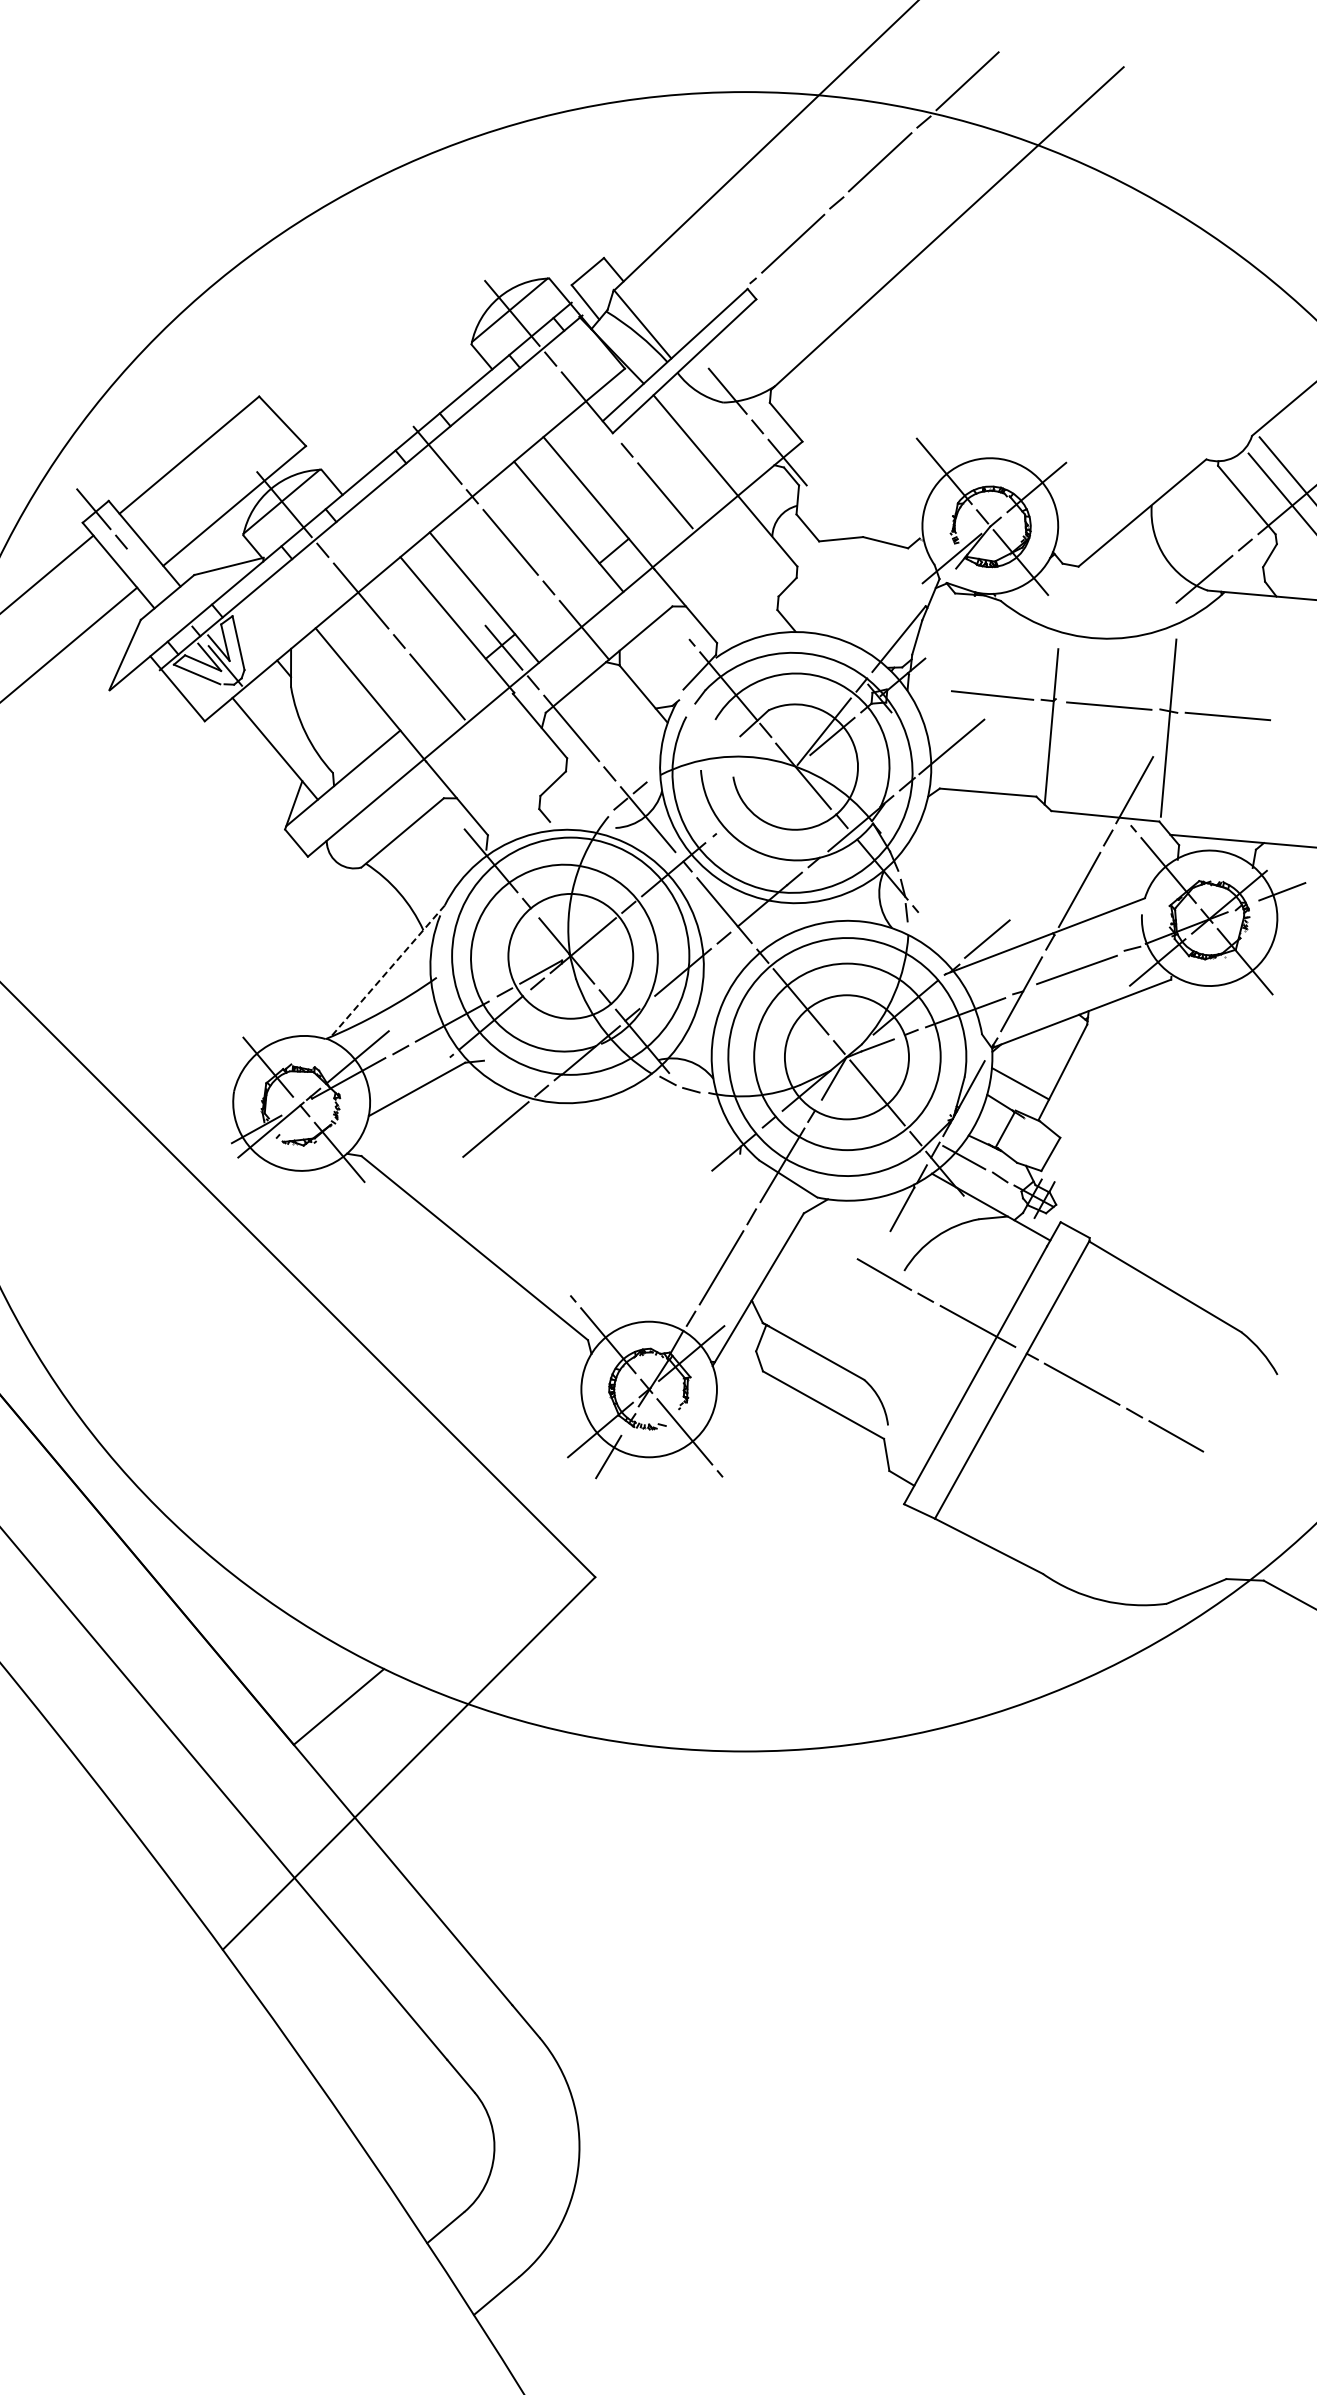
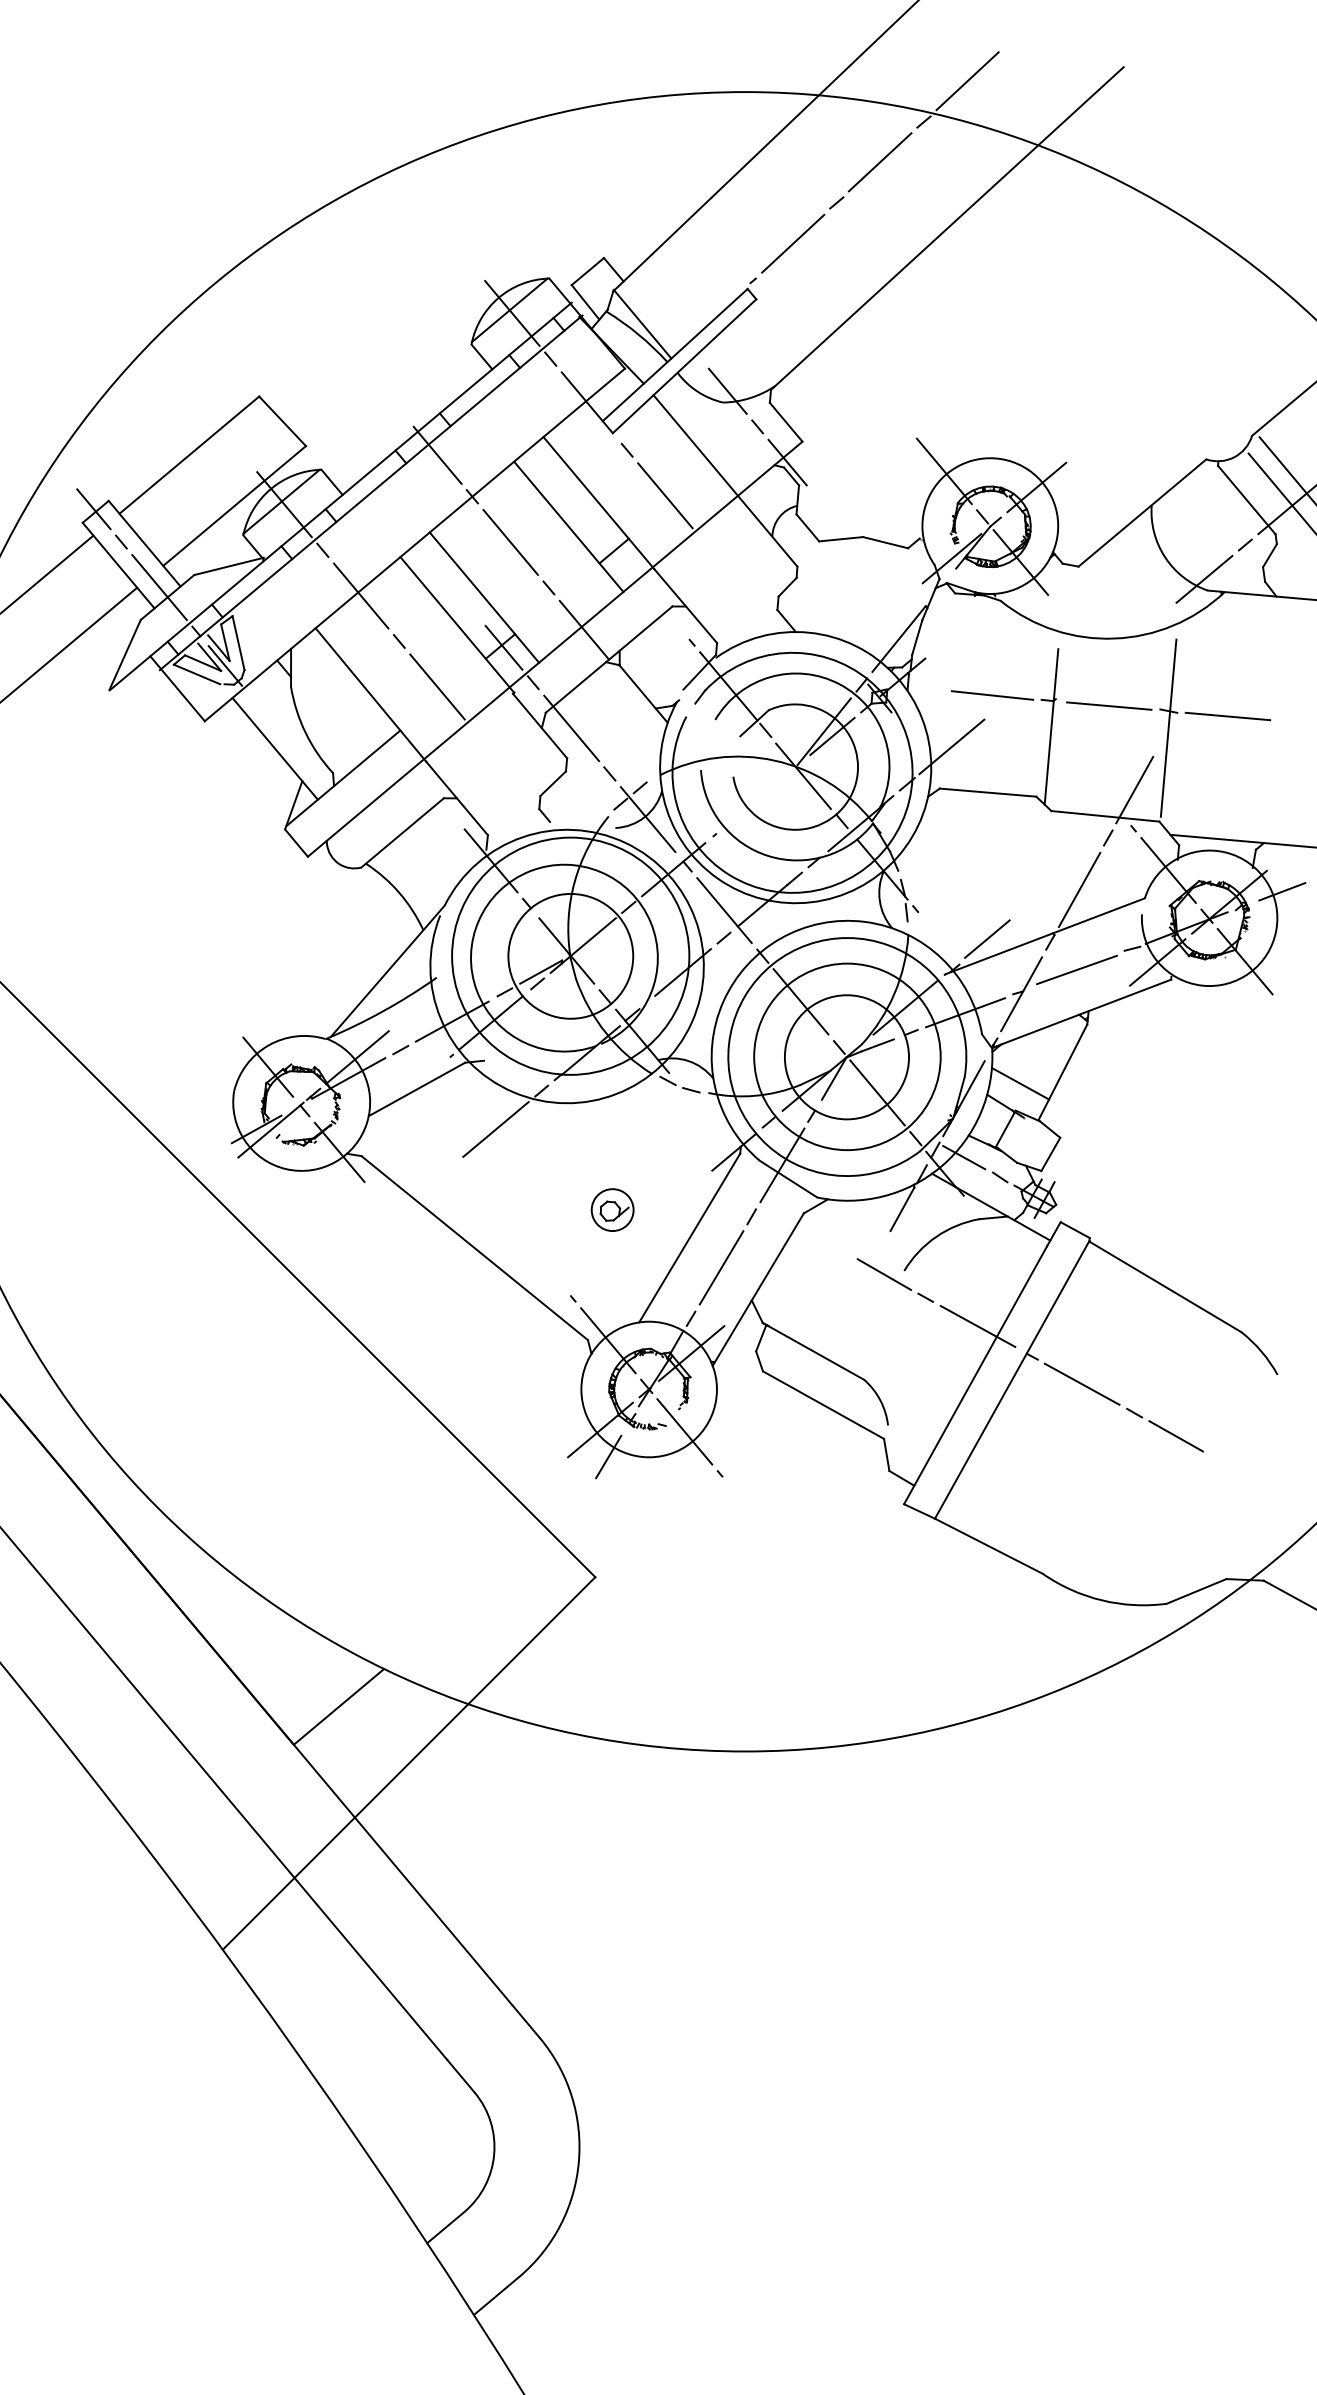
line at (159, 587): none -> present
line at (387, 971): dashed -> solid
part at (612, 1209): none -> present
line at (689, 1237): none -> present
